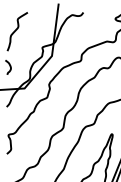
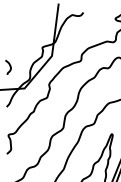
curve at (16, 31): present -> none
